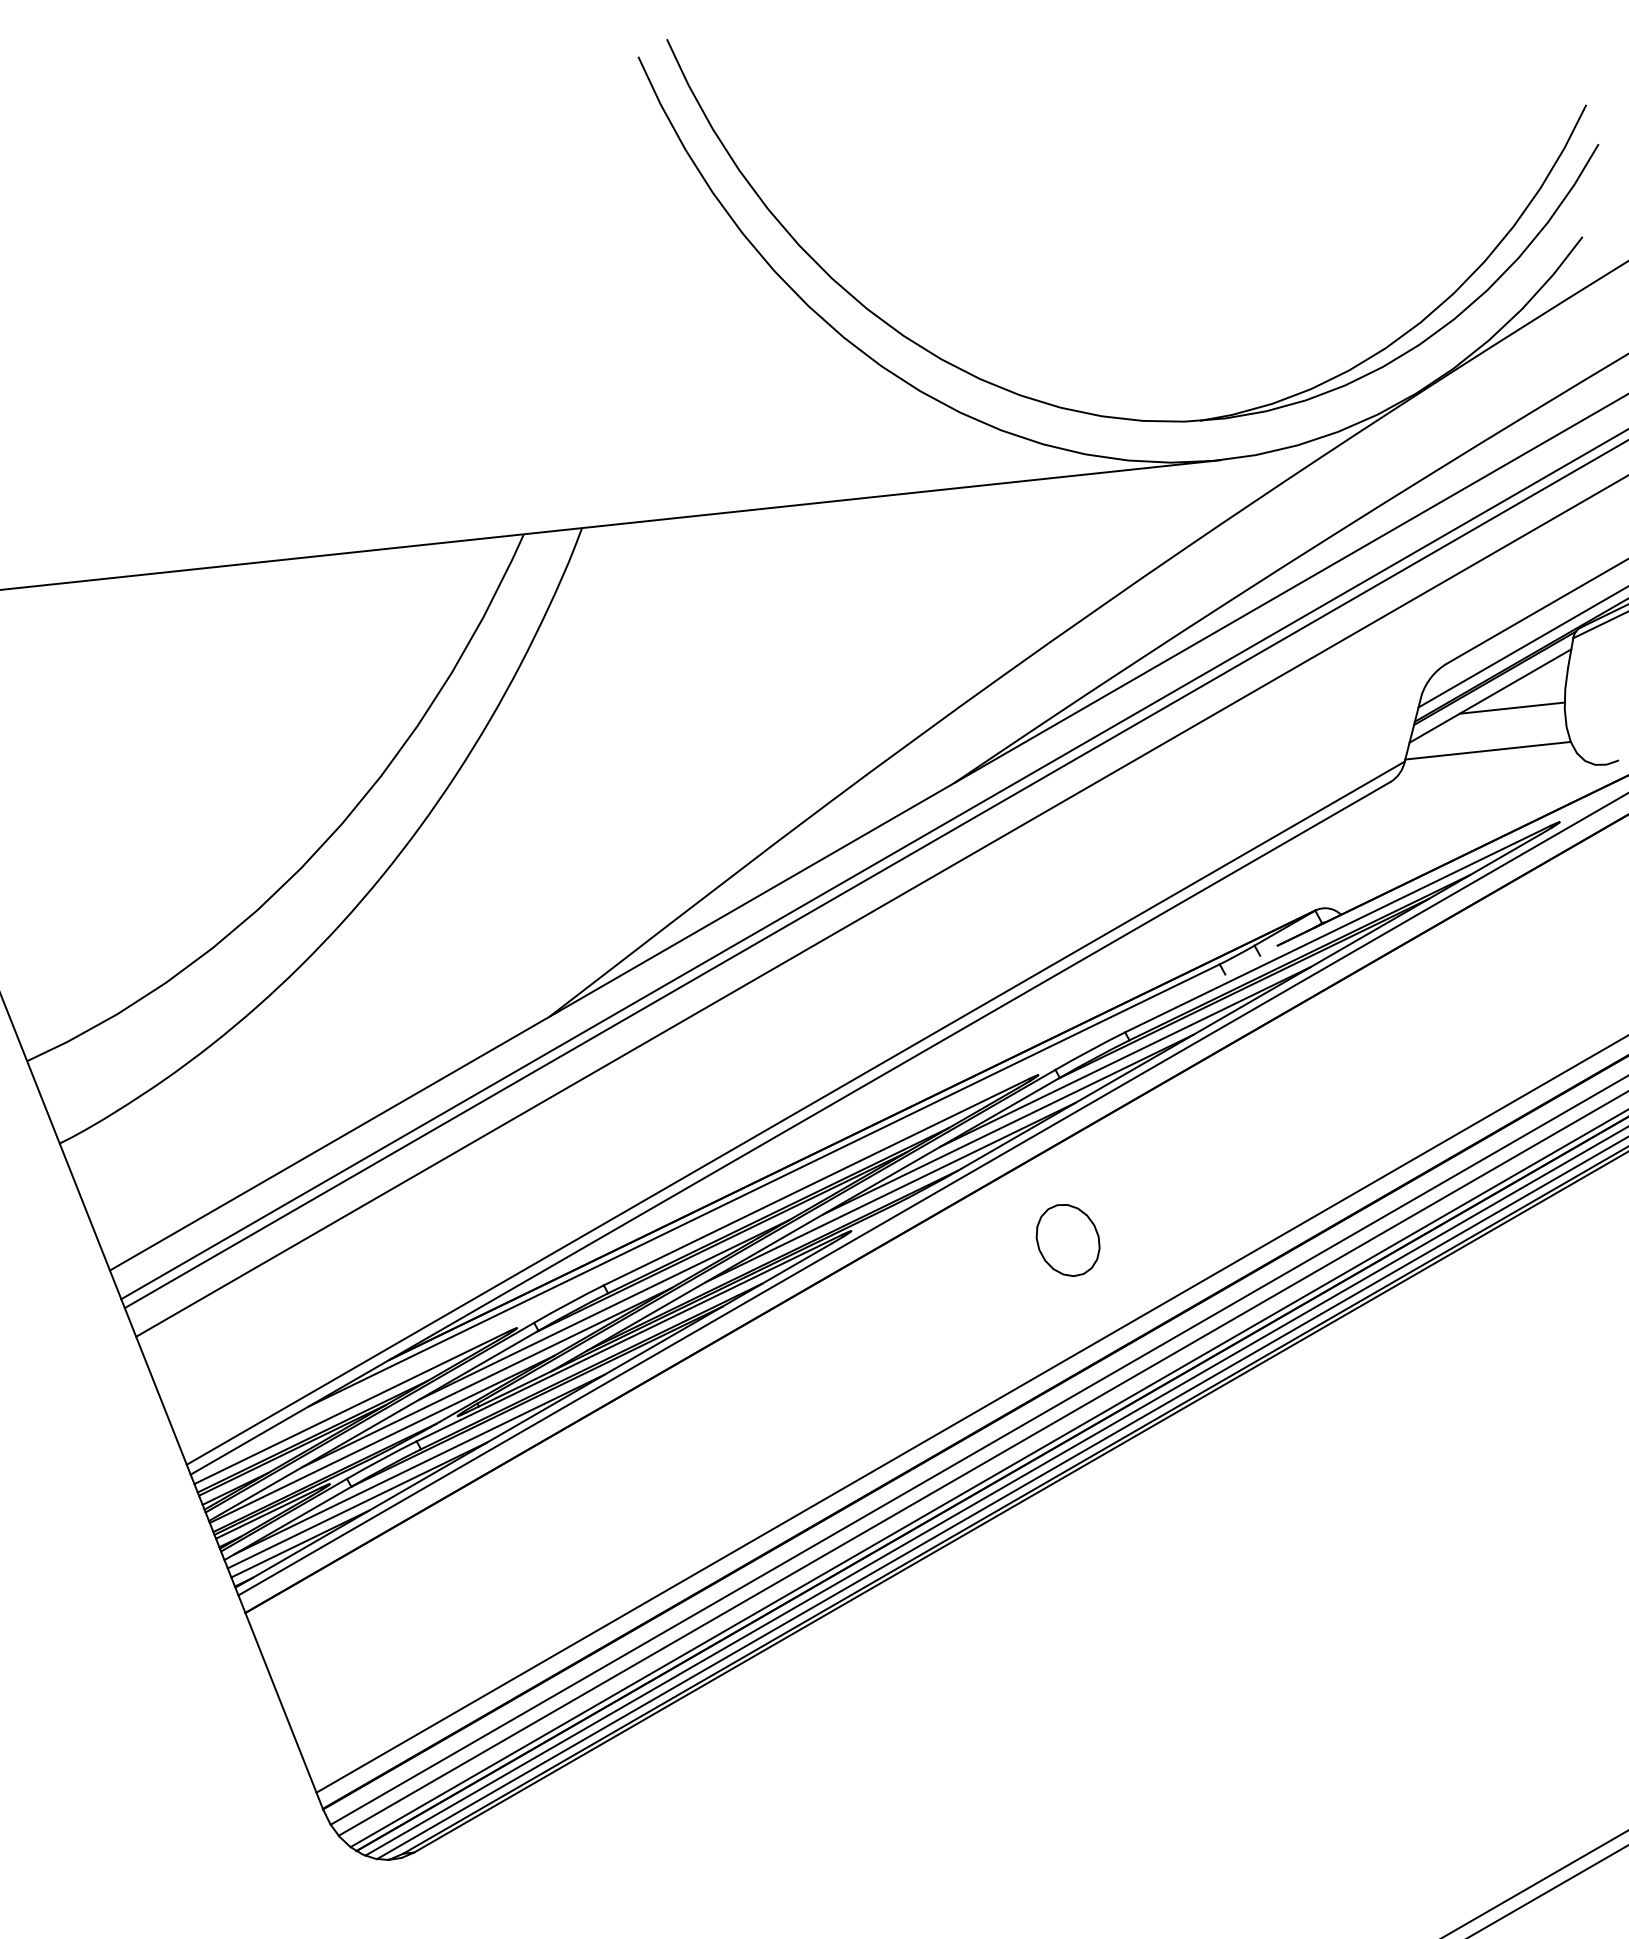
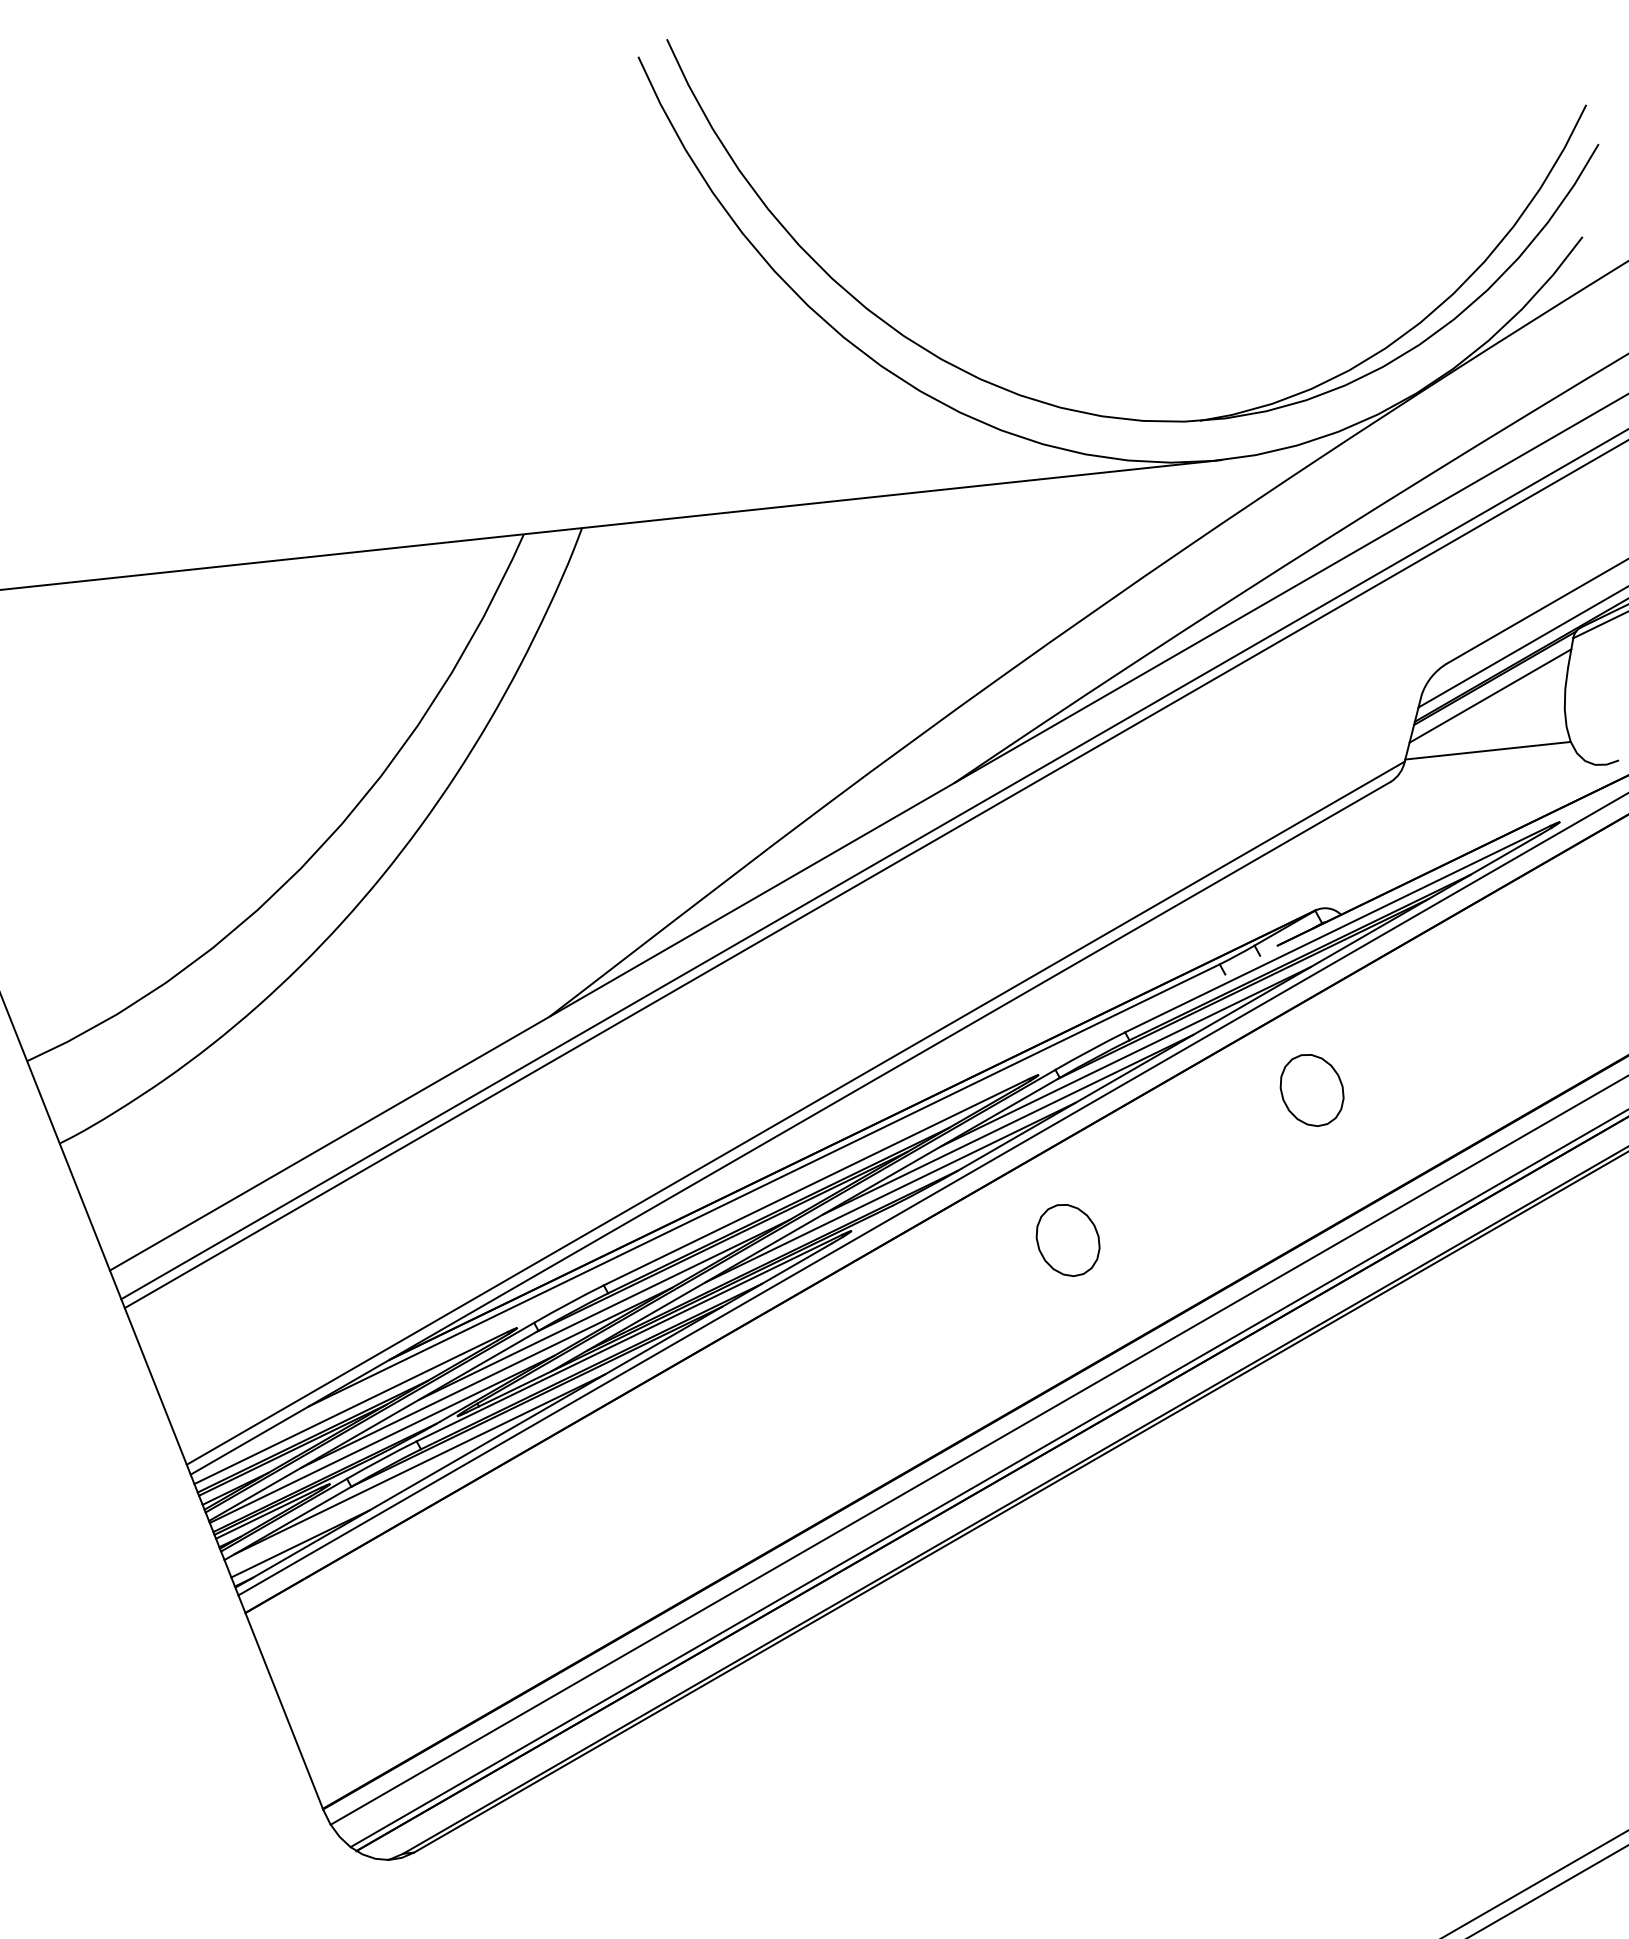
line at (1511, 707): present -> none
line at (880, 906): present -> none
part at (1311, 1090): none -> present
line at (970, 1414): present -> none
line at (981, 1463): present -> none
line at (995, 1491): present -> none
line at (1001, 1498): present -> none
line at (357, 1505): present -> none
